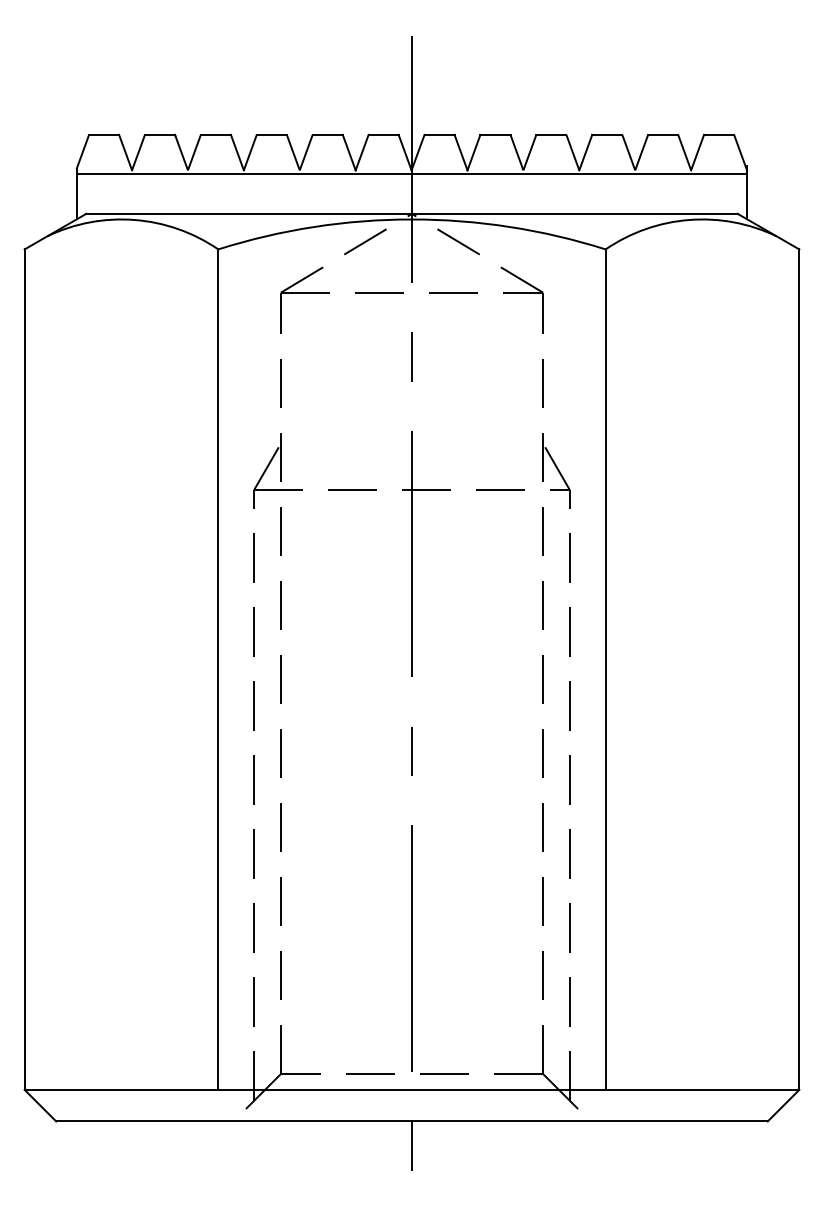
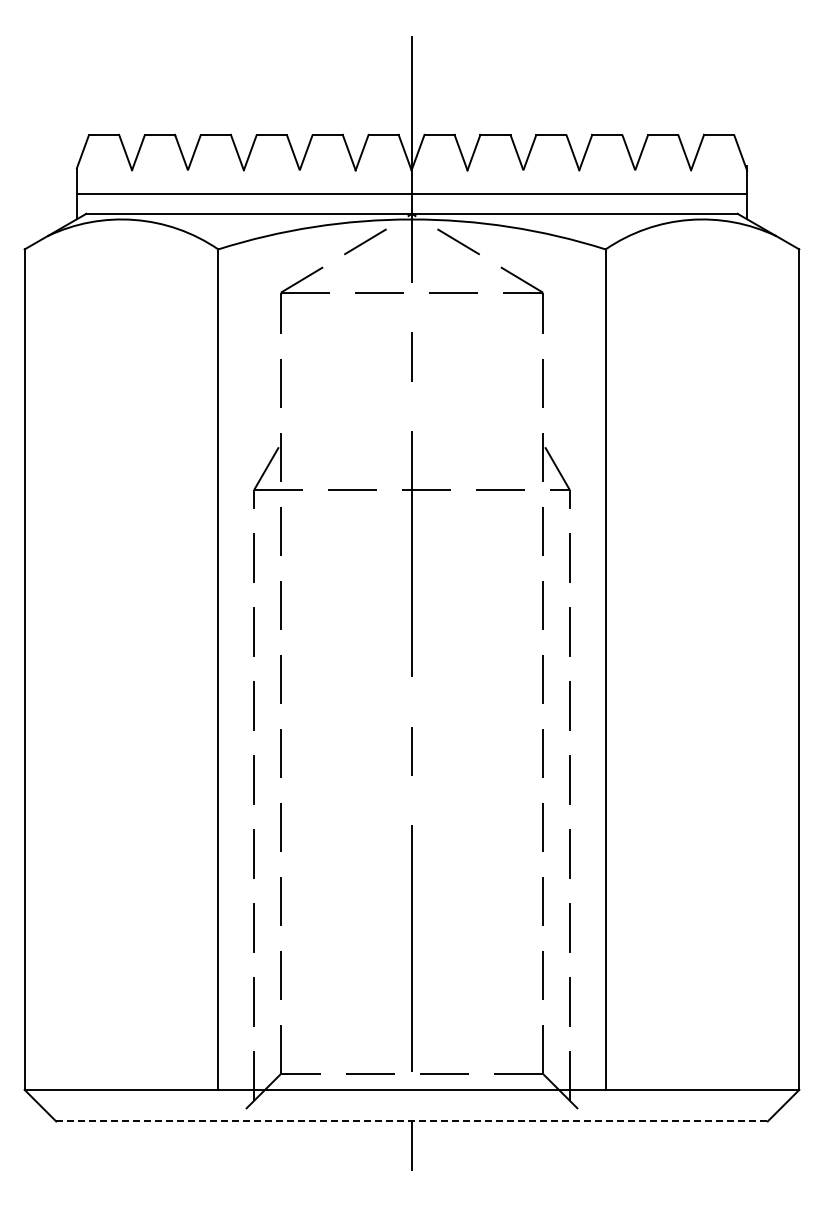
line at (411, 174) position: (411, 174) -> (411, 194)
line at (411, 1121): solid -> dashed
